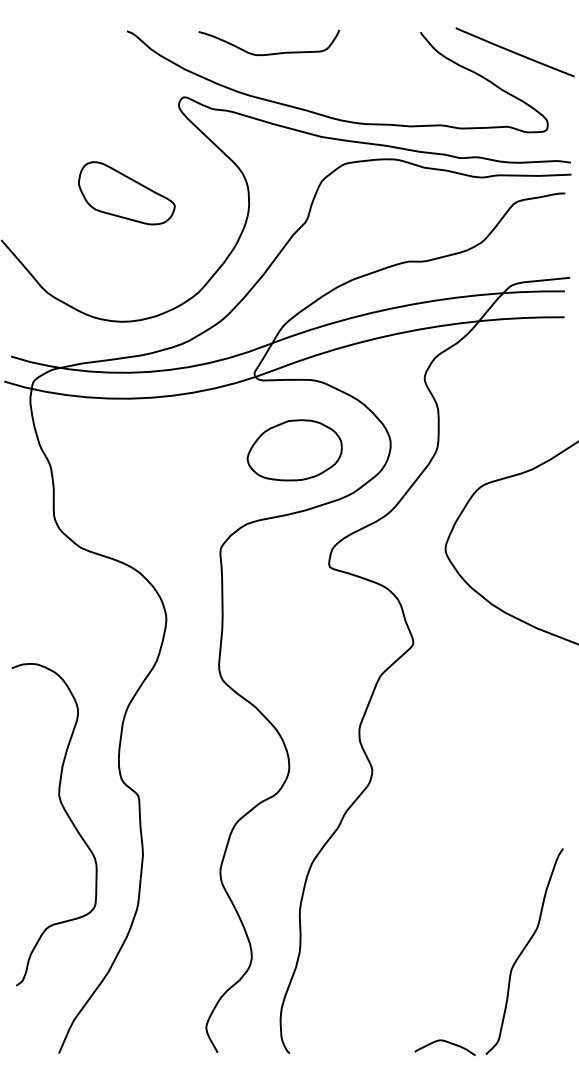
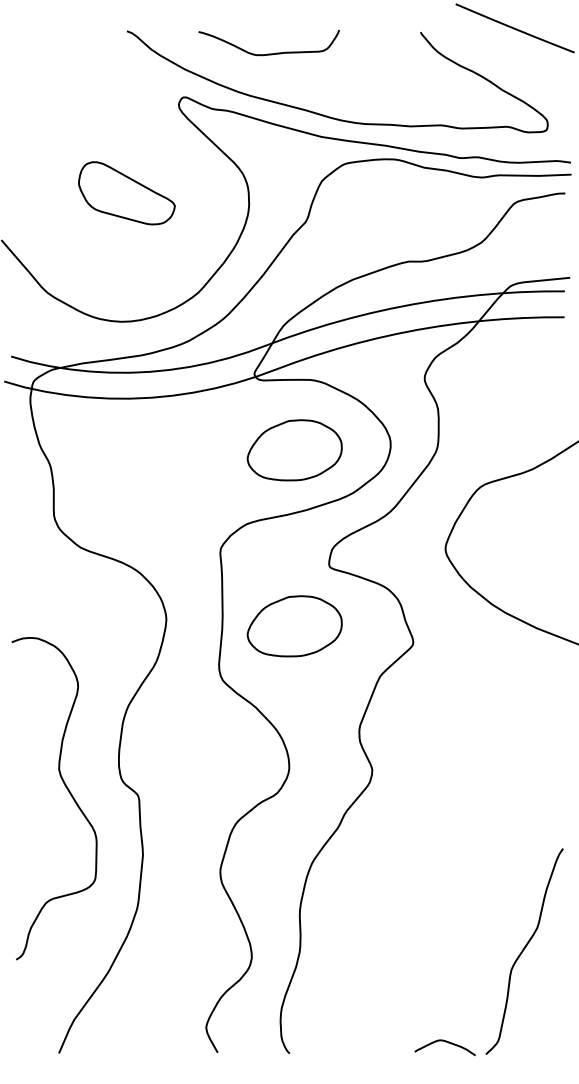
line at (514, 52) position: (514, 52) -> (514, 28)
part at (294, 626): none -> present
curve at (68, 818) position: (68, 818) -> (68, 792)
